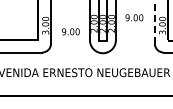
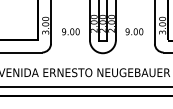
text at (134, 17) position: (134, 17) -> (134, 31)
line at (154, 21): dashed -> solid
line at (85, 87): none -> present
